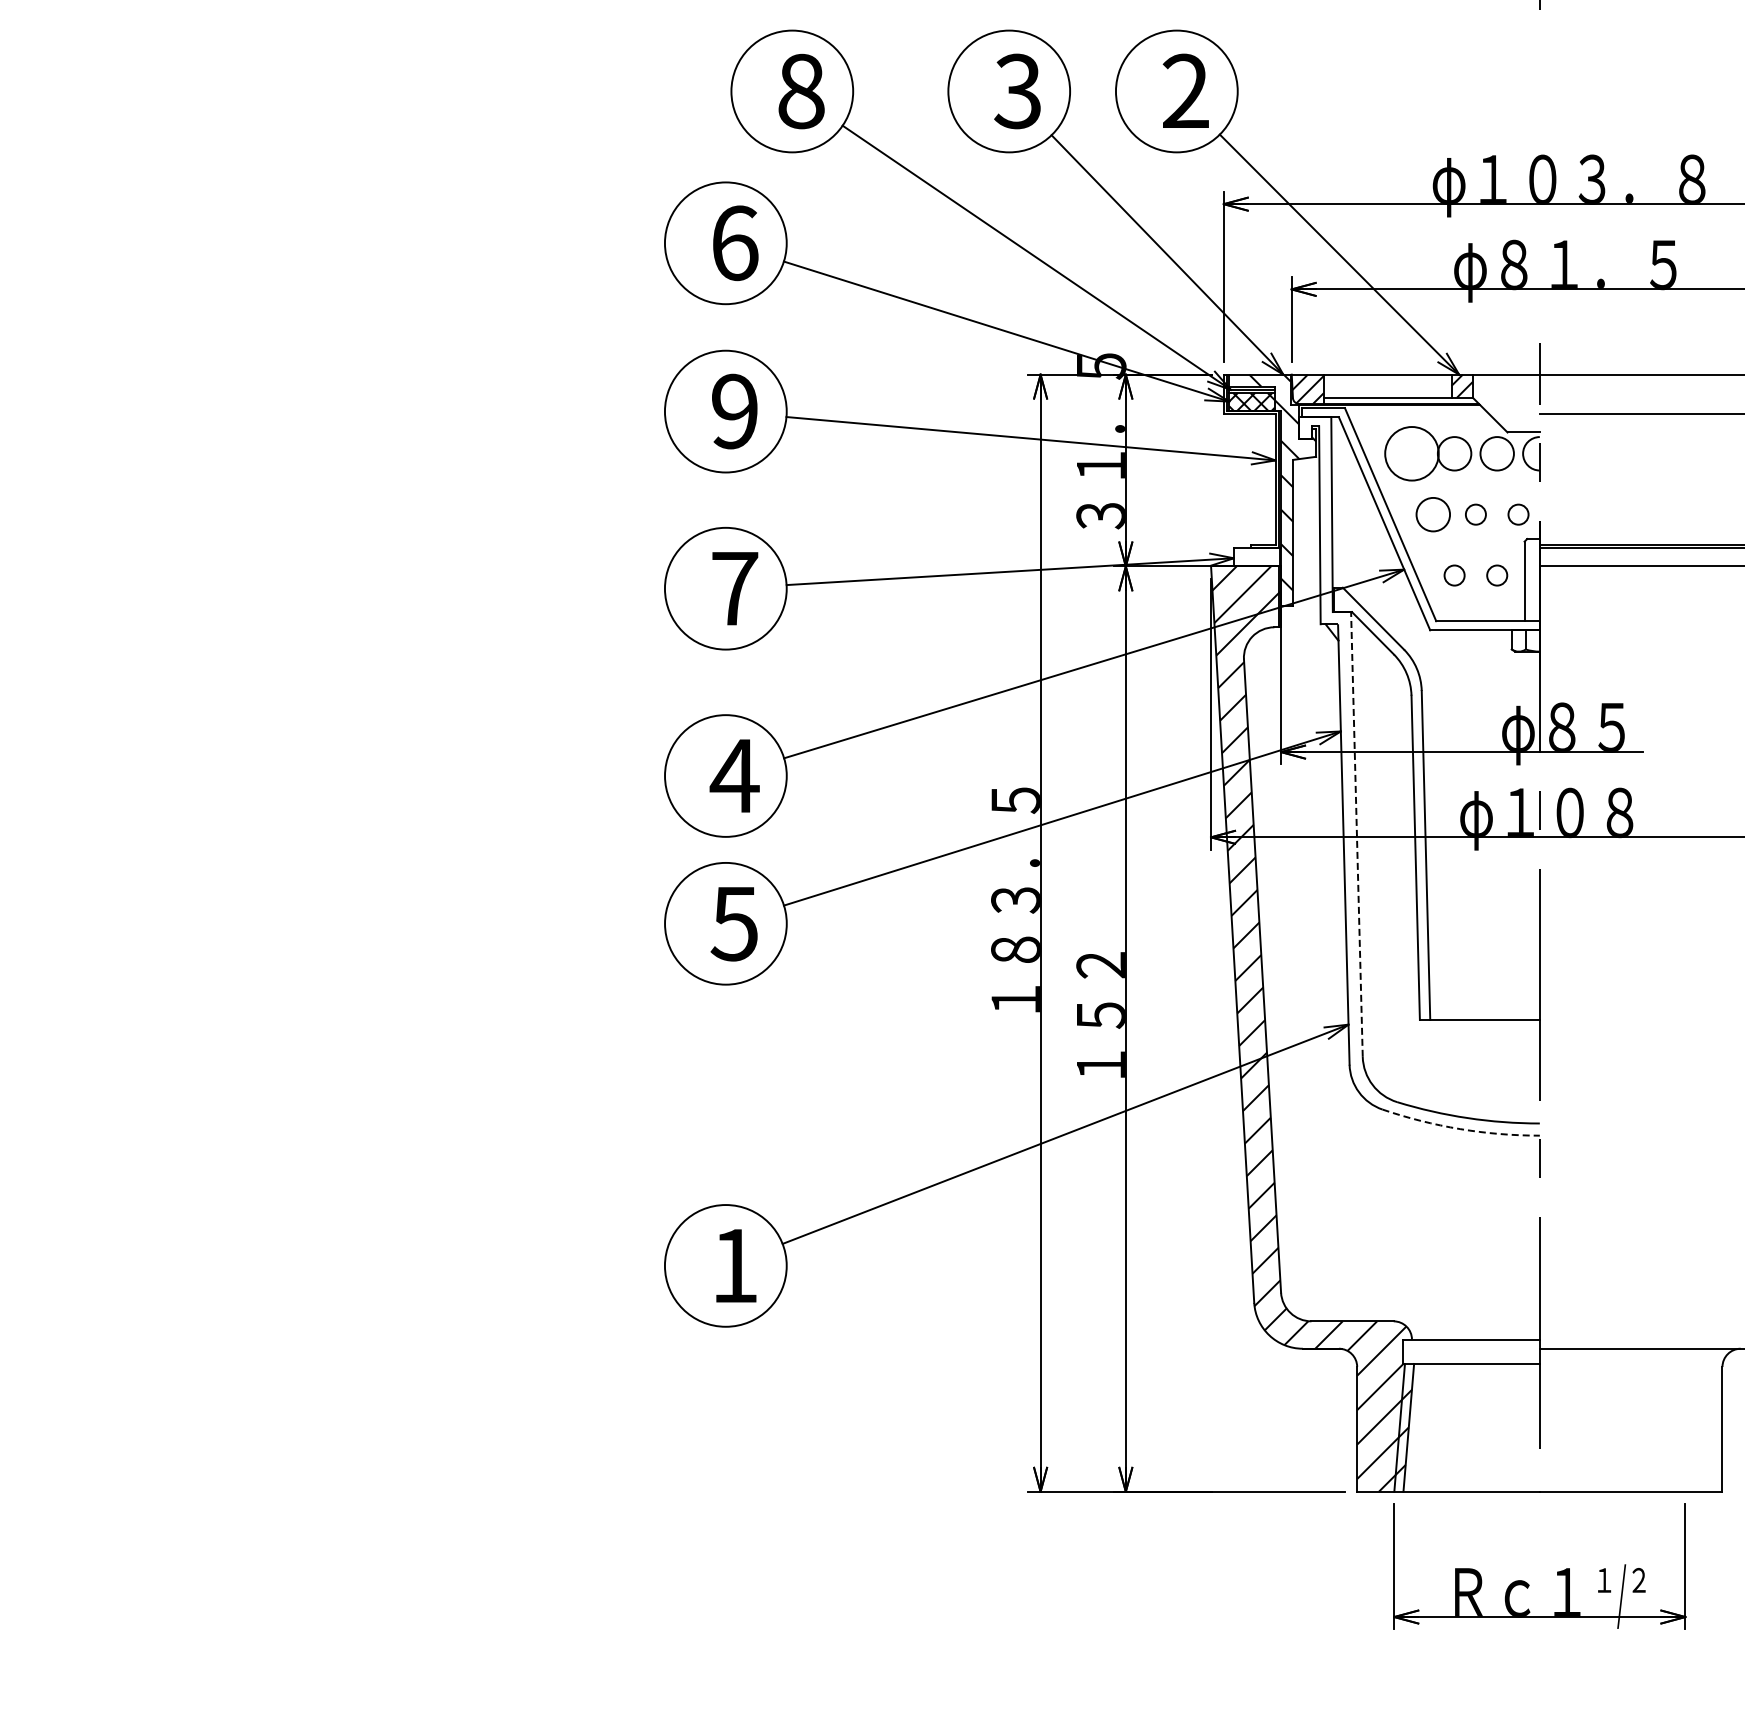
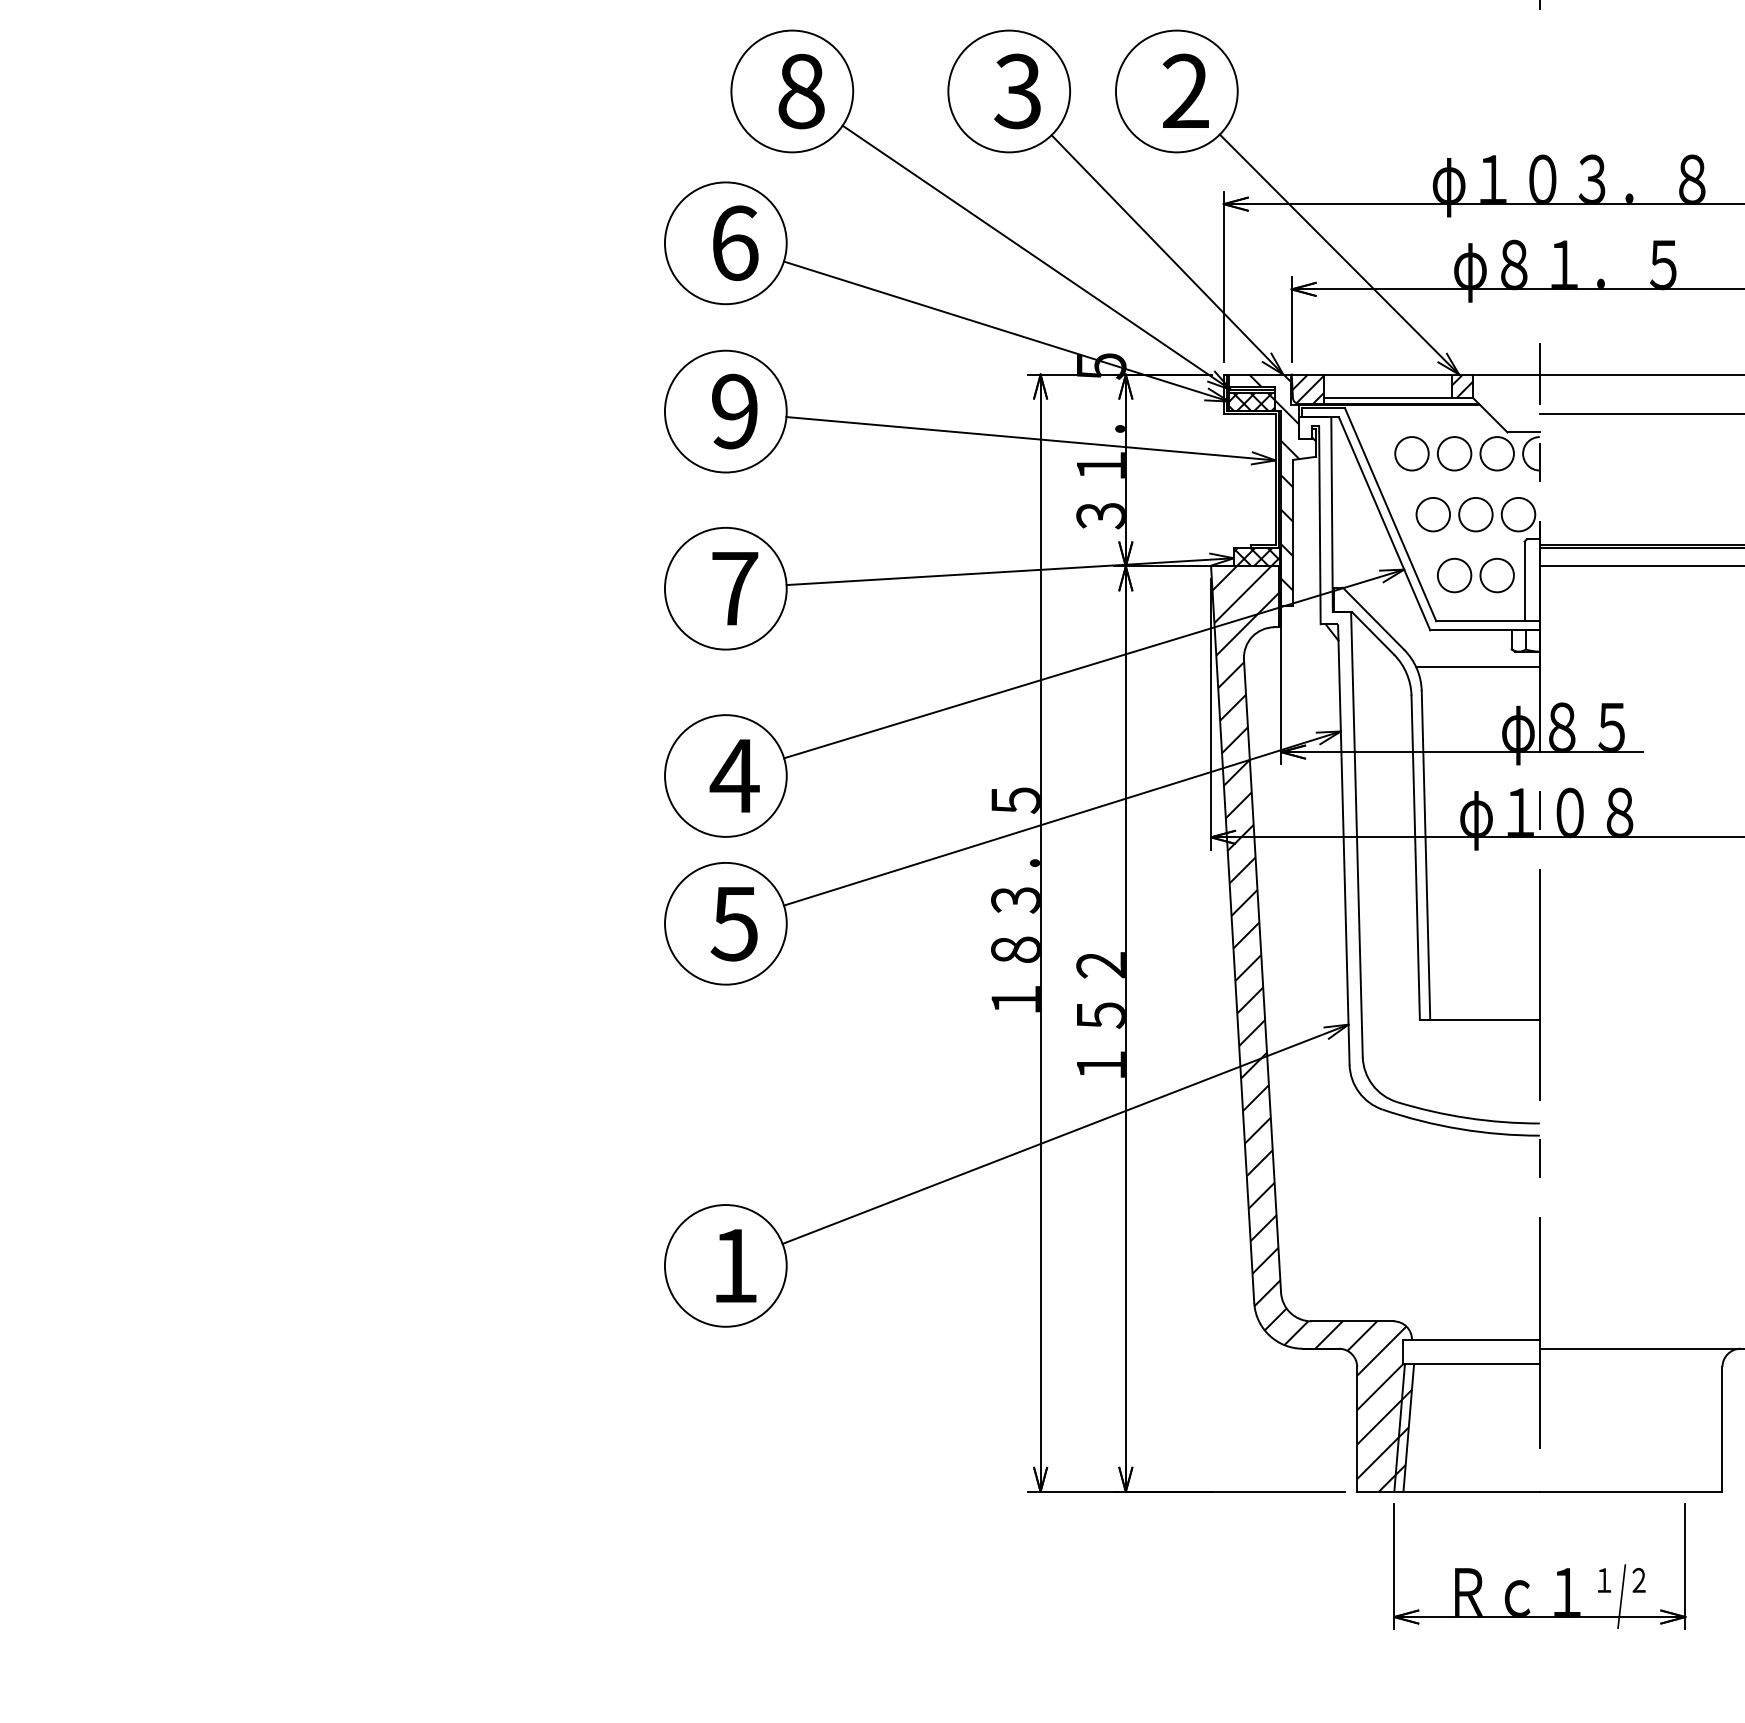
circle at (1411, 453) diameter: 54 px -> 33 px
circle at (1475, 514) diameter: 20 px -> 33 px
circle at (1518, 514) diameter: 20 px -> 33 px
hatch at (1256, 557): none -> present
circle at (1454, 575) diameter: 20 px -> 33 px
circle at (1497, 575) diameter: 20 px -> 33 px
line at (1477, 666): none -> present
line at (1356, 833): dashed -> solid
arc at (1460, 1129): dashed -> solid
